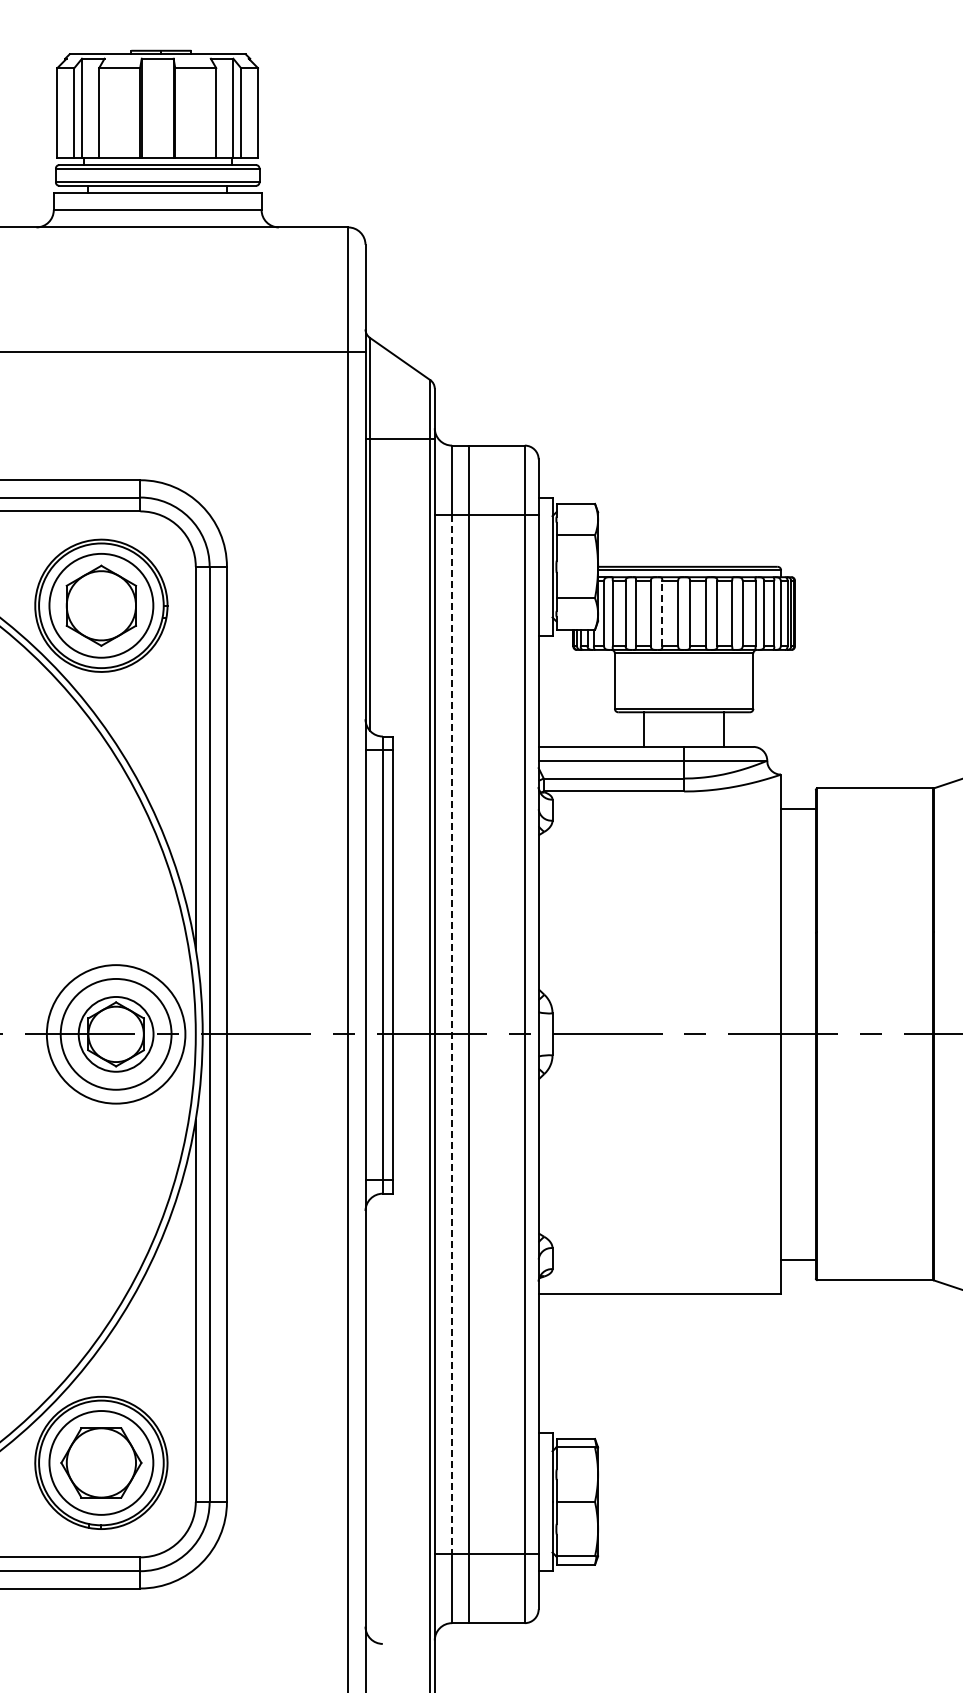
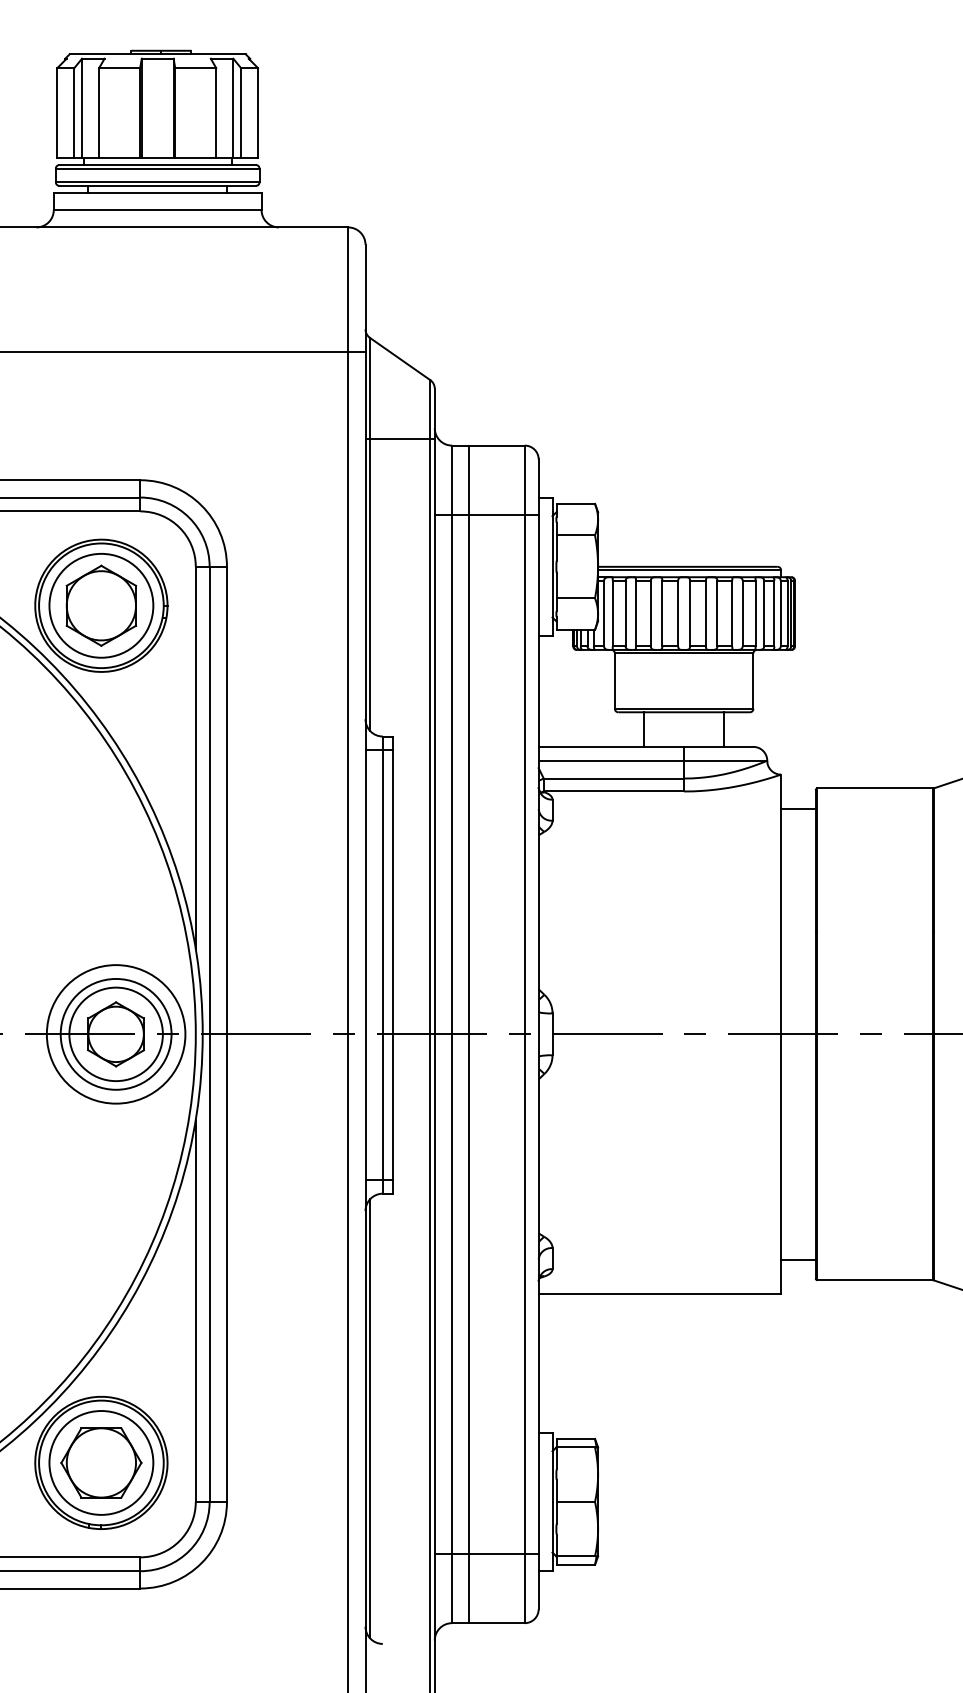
line at (662, 613): dashed -> solid
circle at (115, 1033) diameter: 75 px -> 94 px
line at (452, 1034): dashed -> solid
line at (369, 1418): none -> present
